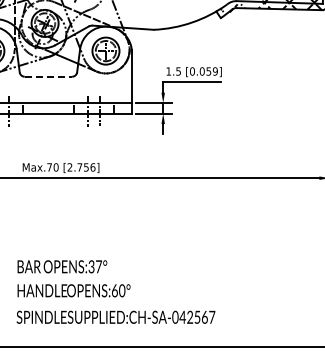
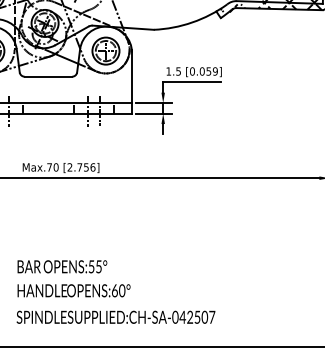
line at (48, 76): dashed -> solid
text at (94, 266): OPENS:37° -> OPENS:55°
text at (204, 316): SUPPLIED:CH-SA-042567 -> SUPPLIED:CH-SA-042507
